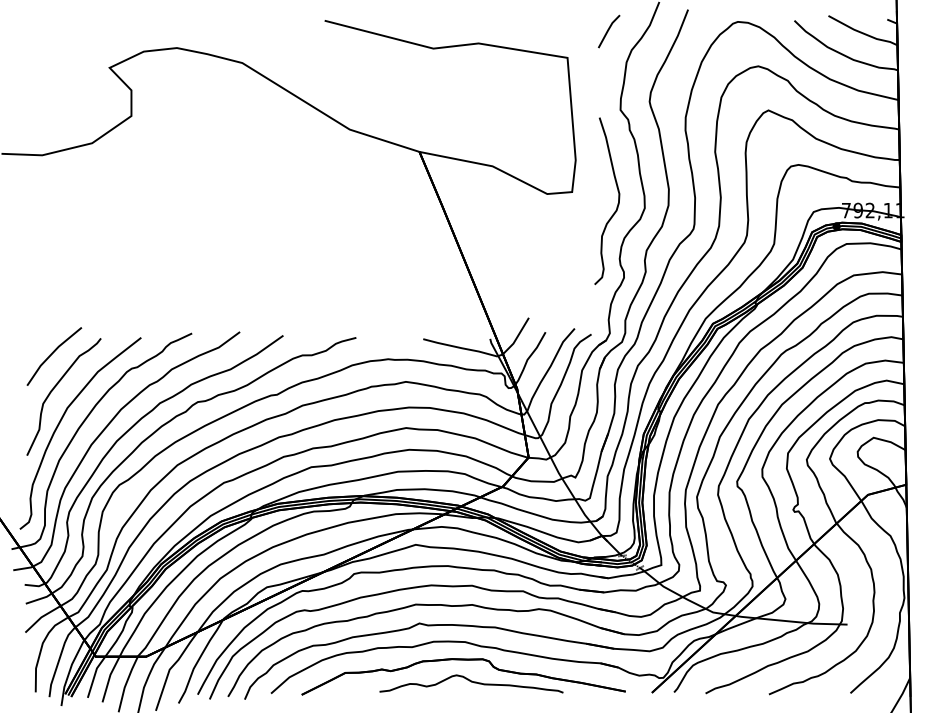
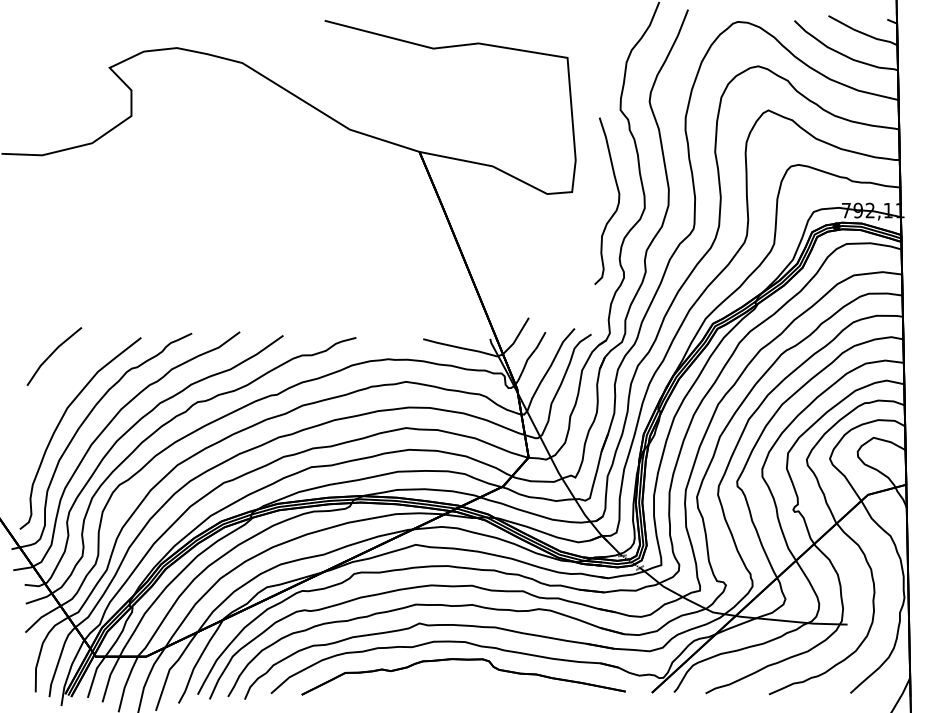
line at (609, 30): present -> none
part at (53, 390): present -> none
curve at (471, 682): present -> none
